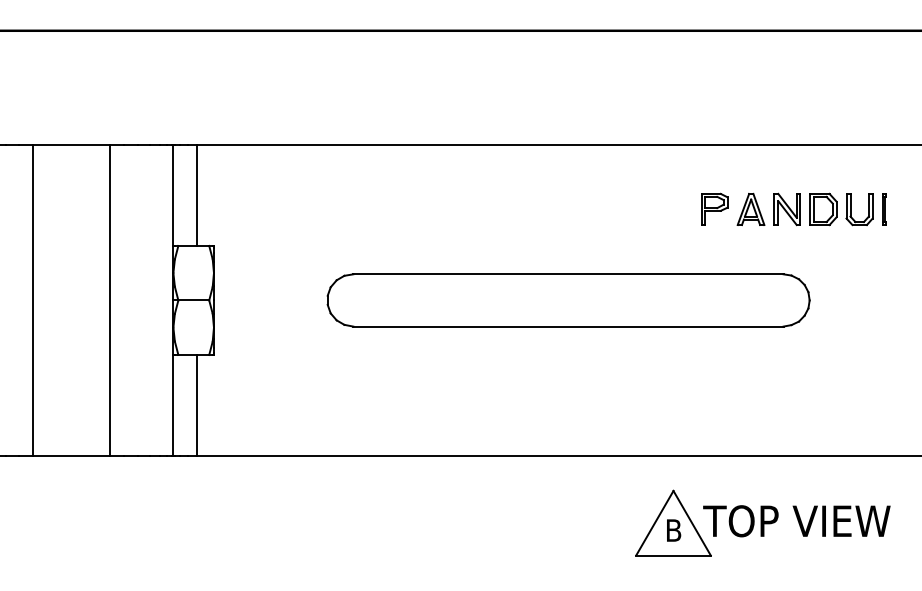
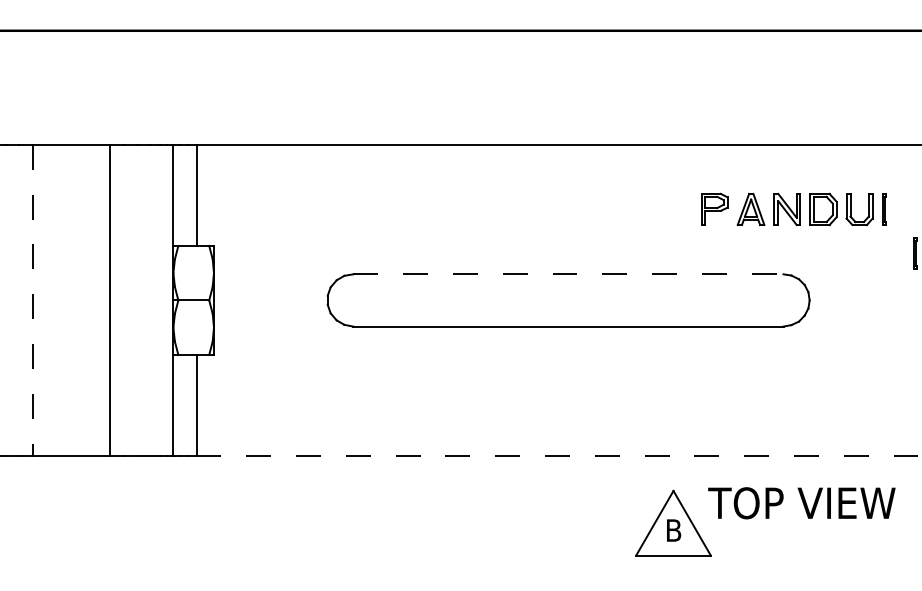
line at (915, 253): none -> present
line at (568, 274): solid -> dashed
line at (33, 300): solid -> dashed
line at (559, 456): solid -> dashed
text at (796, 521) position: (796, 521) -> (801, 503)
